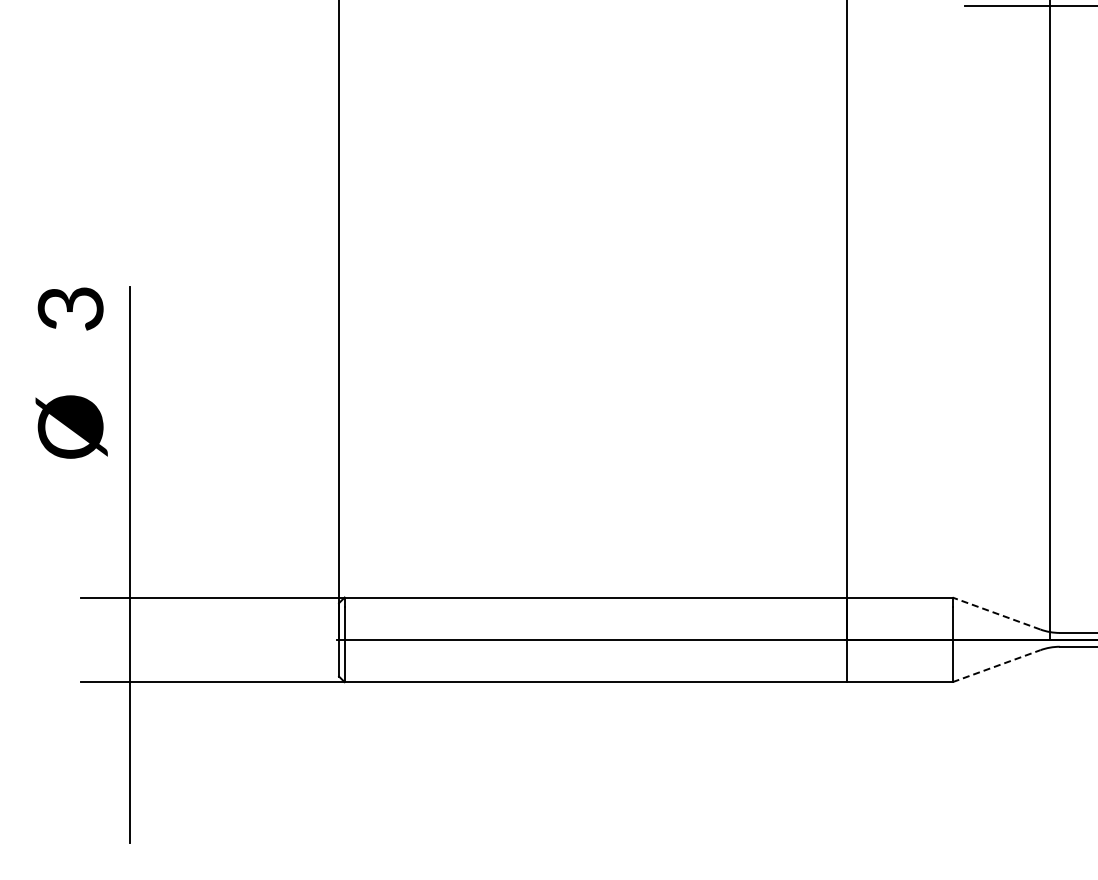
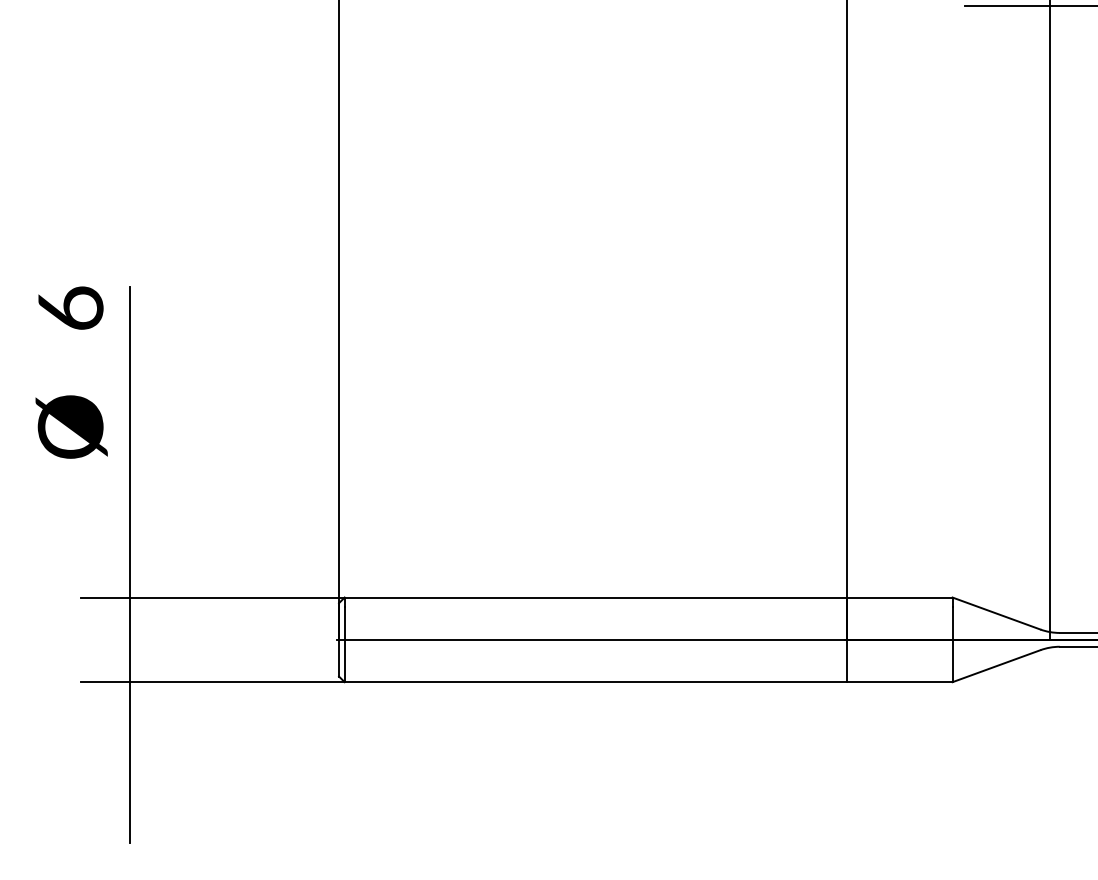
text at (70, 308): 3 -> 6
line at (996, 613): dashed -> solid
line at (996, 666): dashed -> solid
